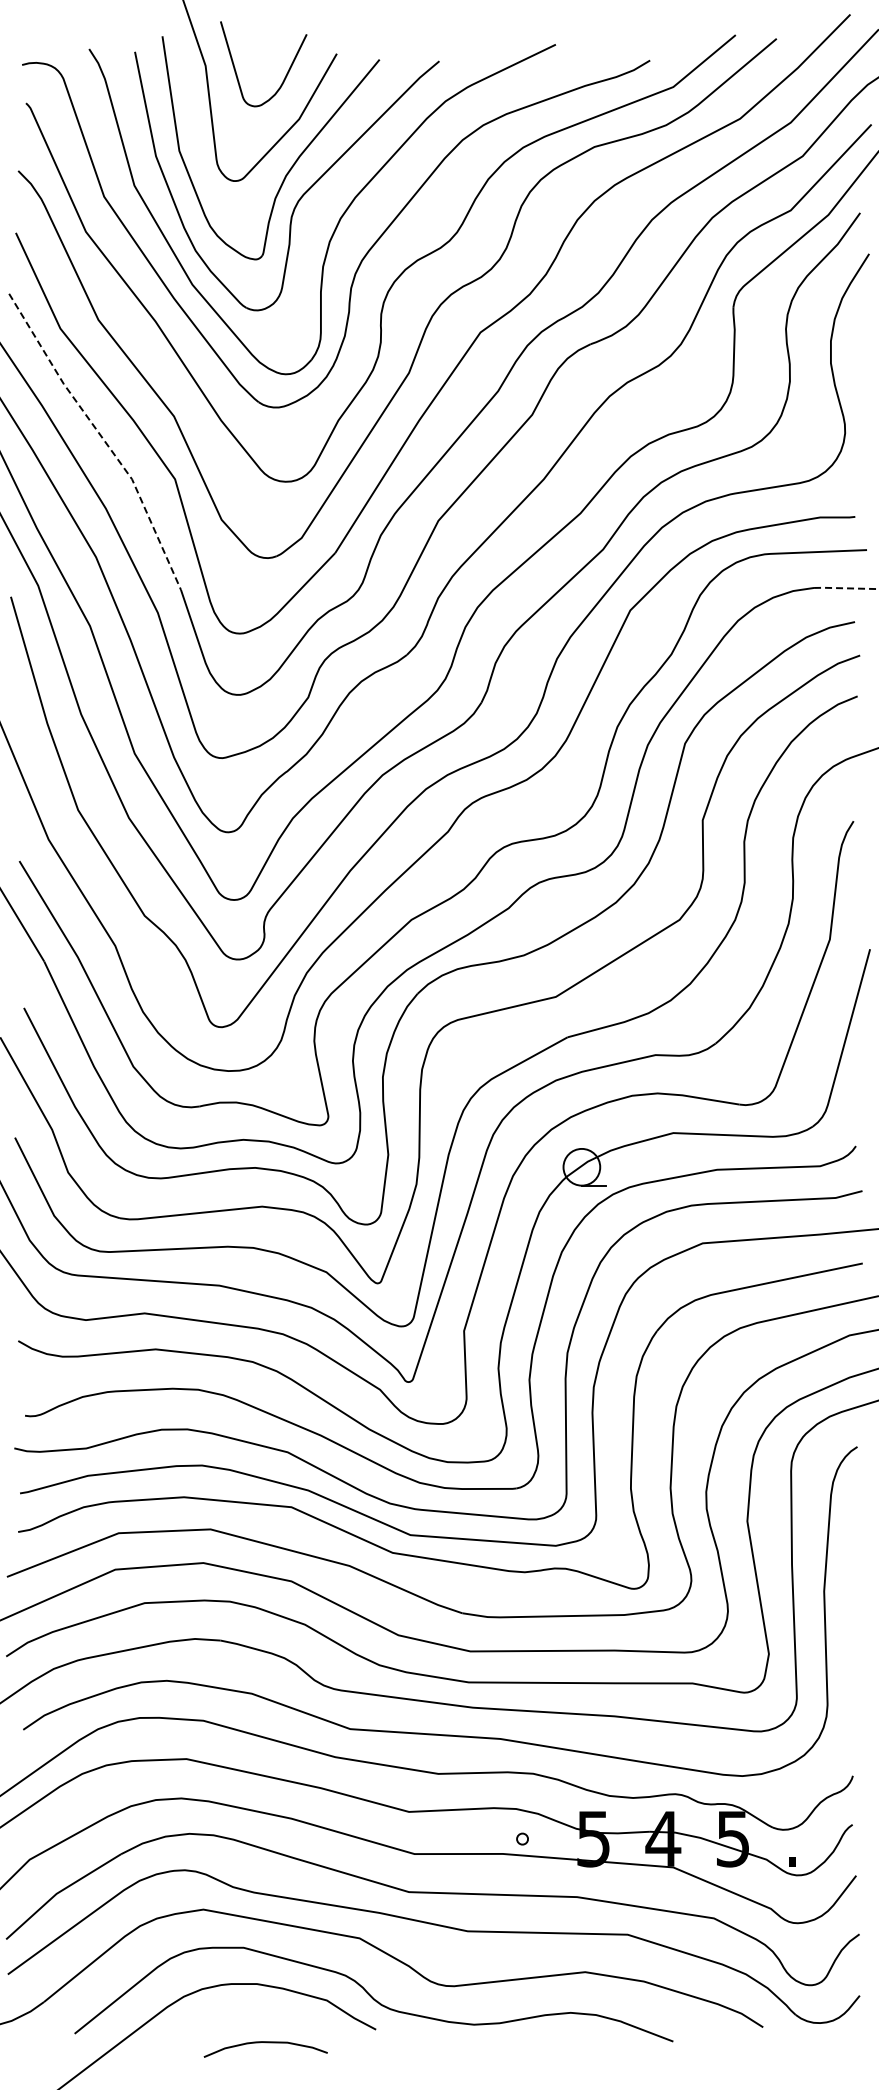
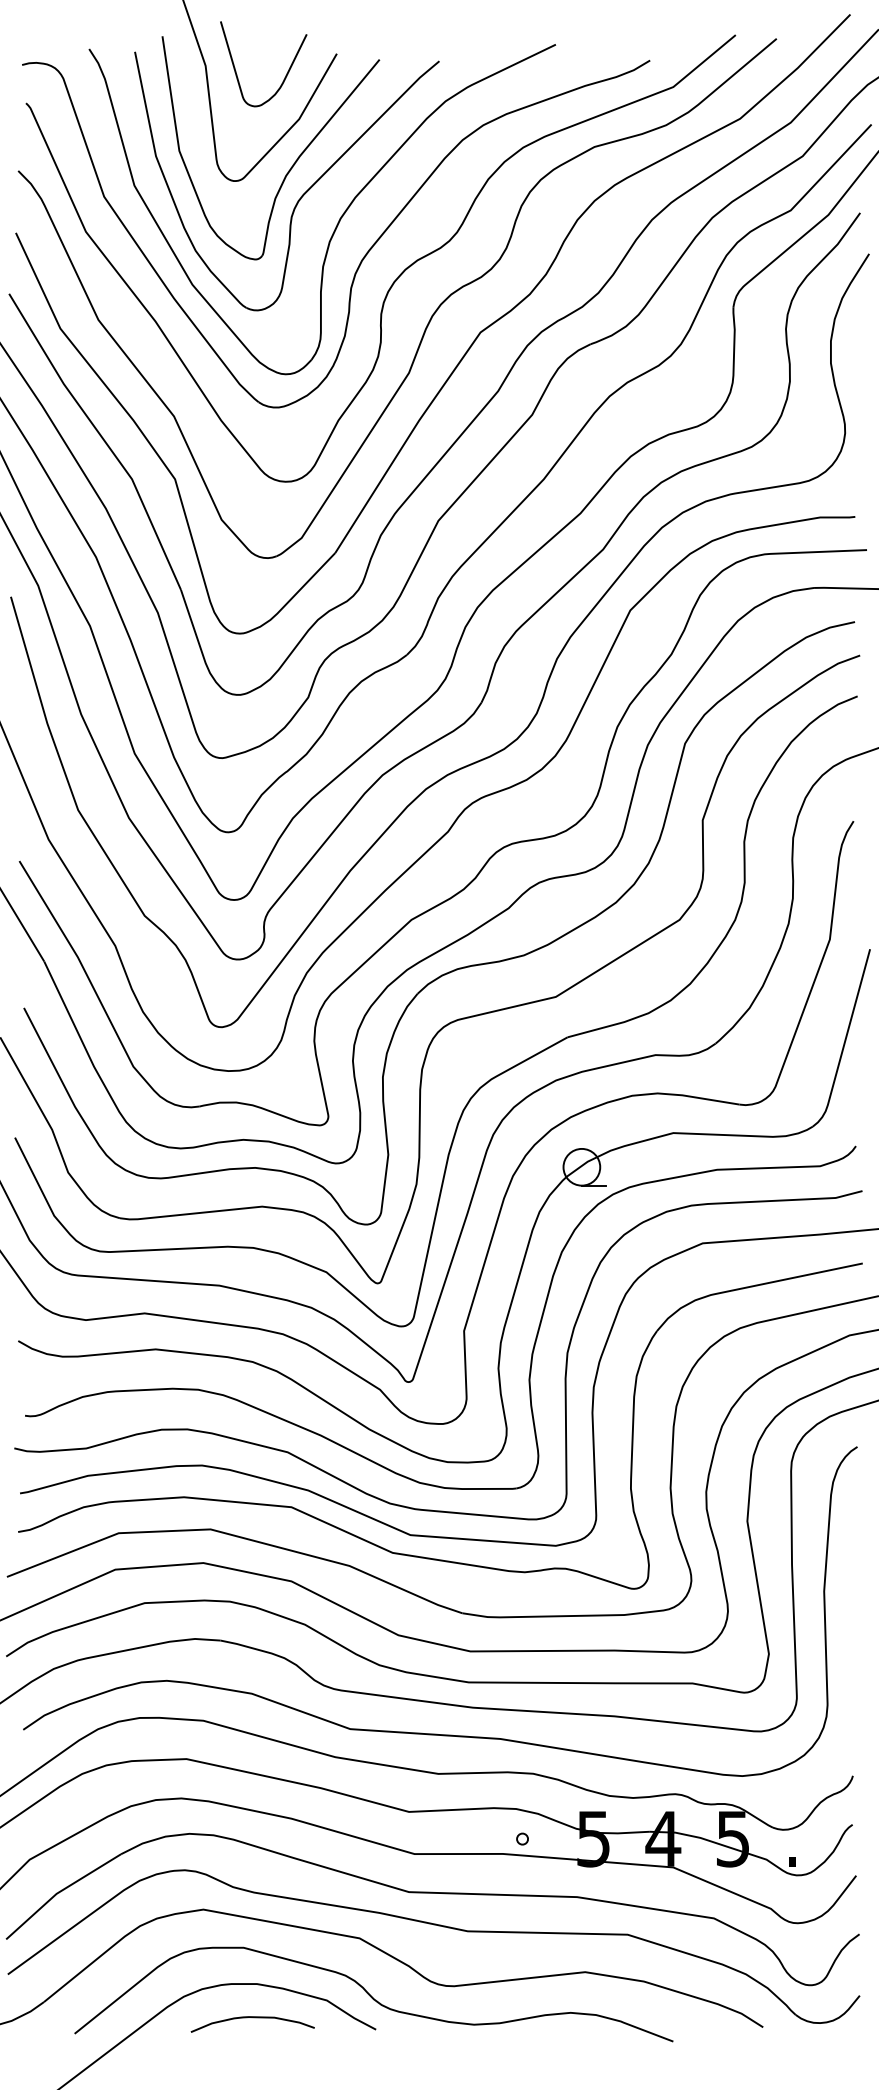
line at (102, 438): dashed -> solid
line at (845, 588): dashed -> solid
curve at (265, 2043) position: (265, 2043) -> (252, 2018)
